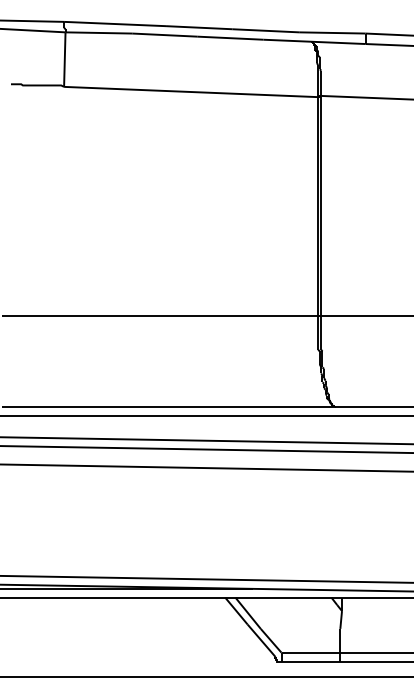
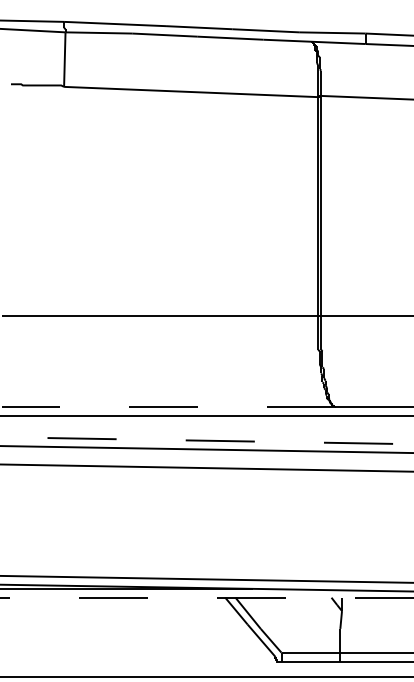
line at (169, 407): solid -> dashed
line at (207, 440): solid -> dashed
line at (206, 597): solid -> dashed
